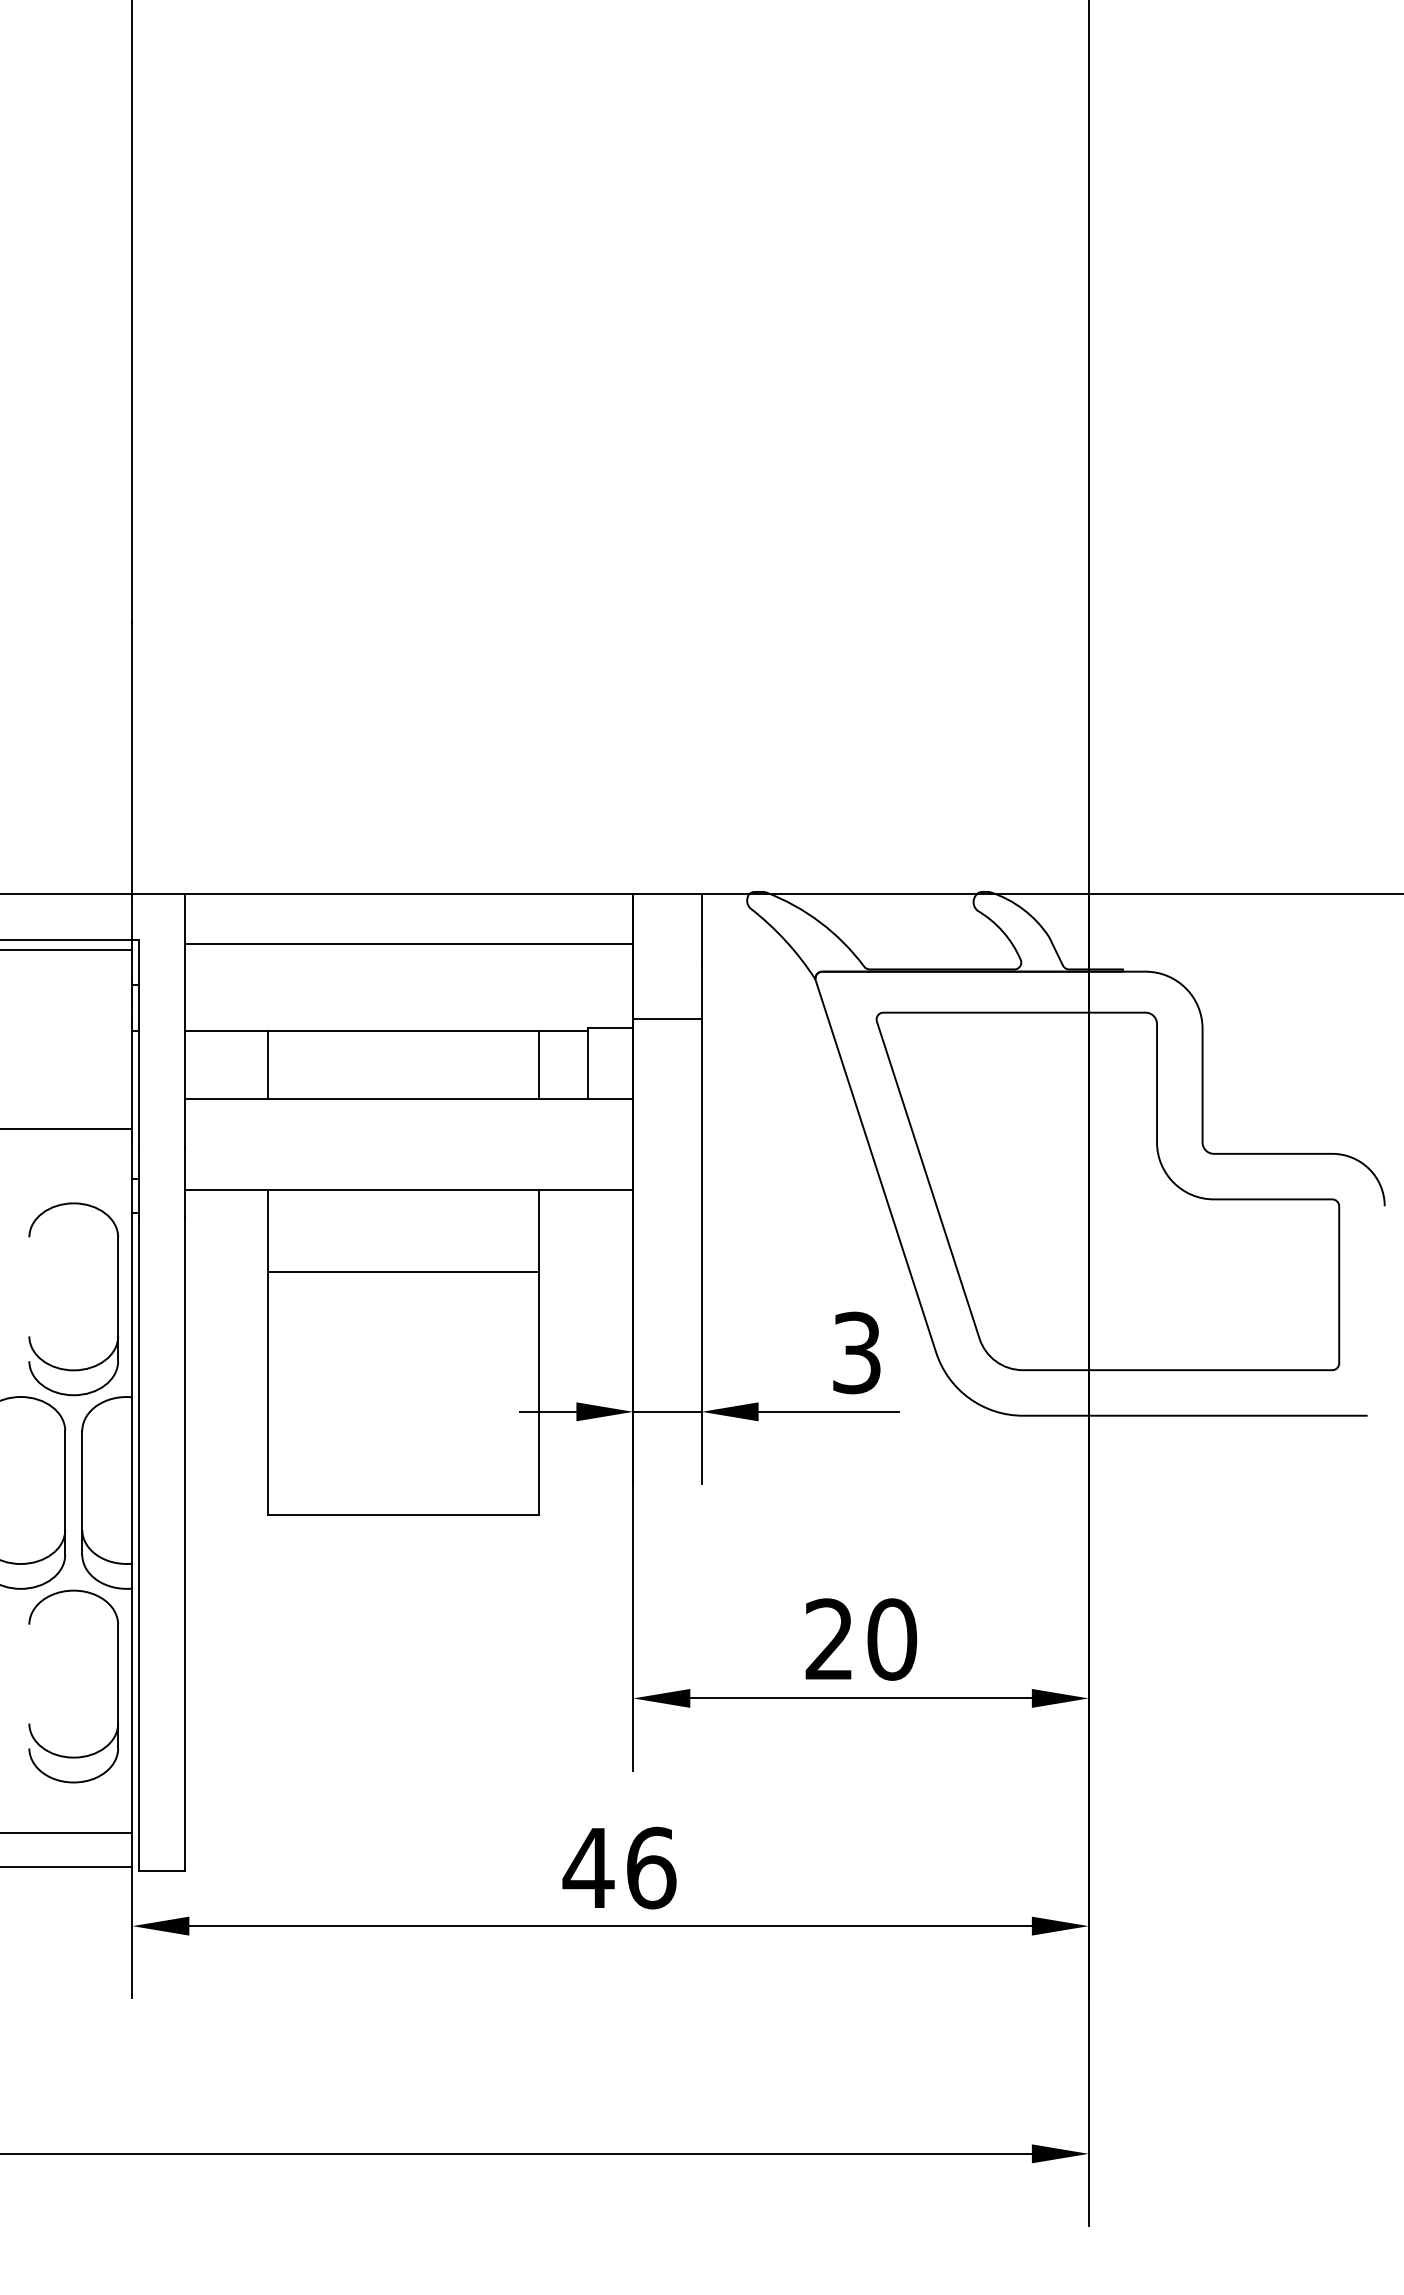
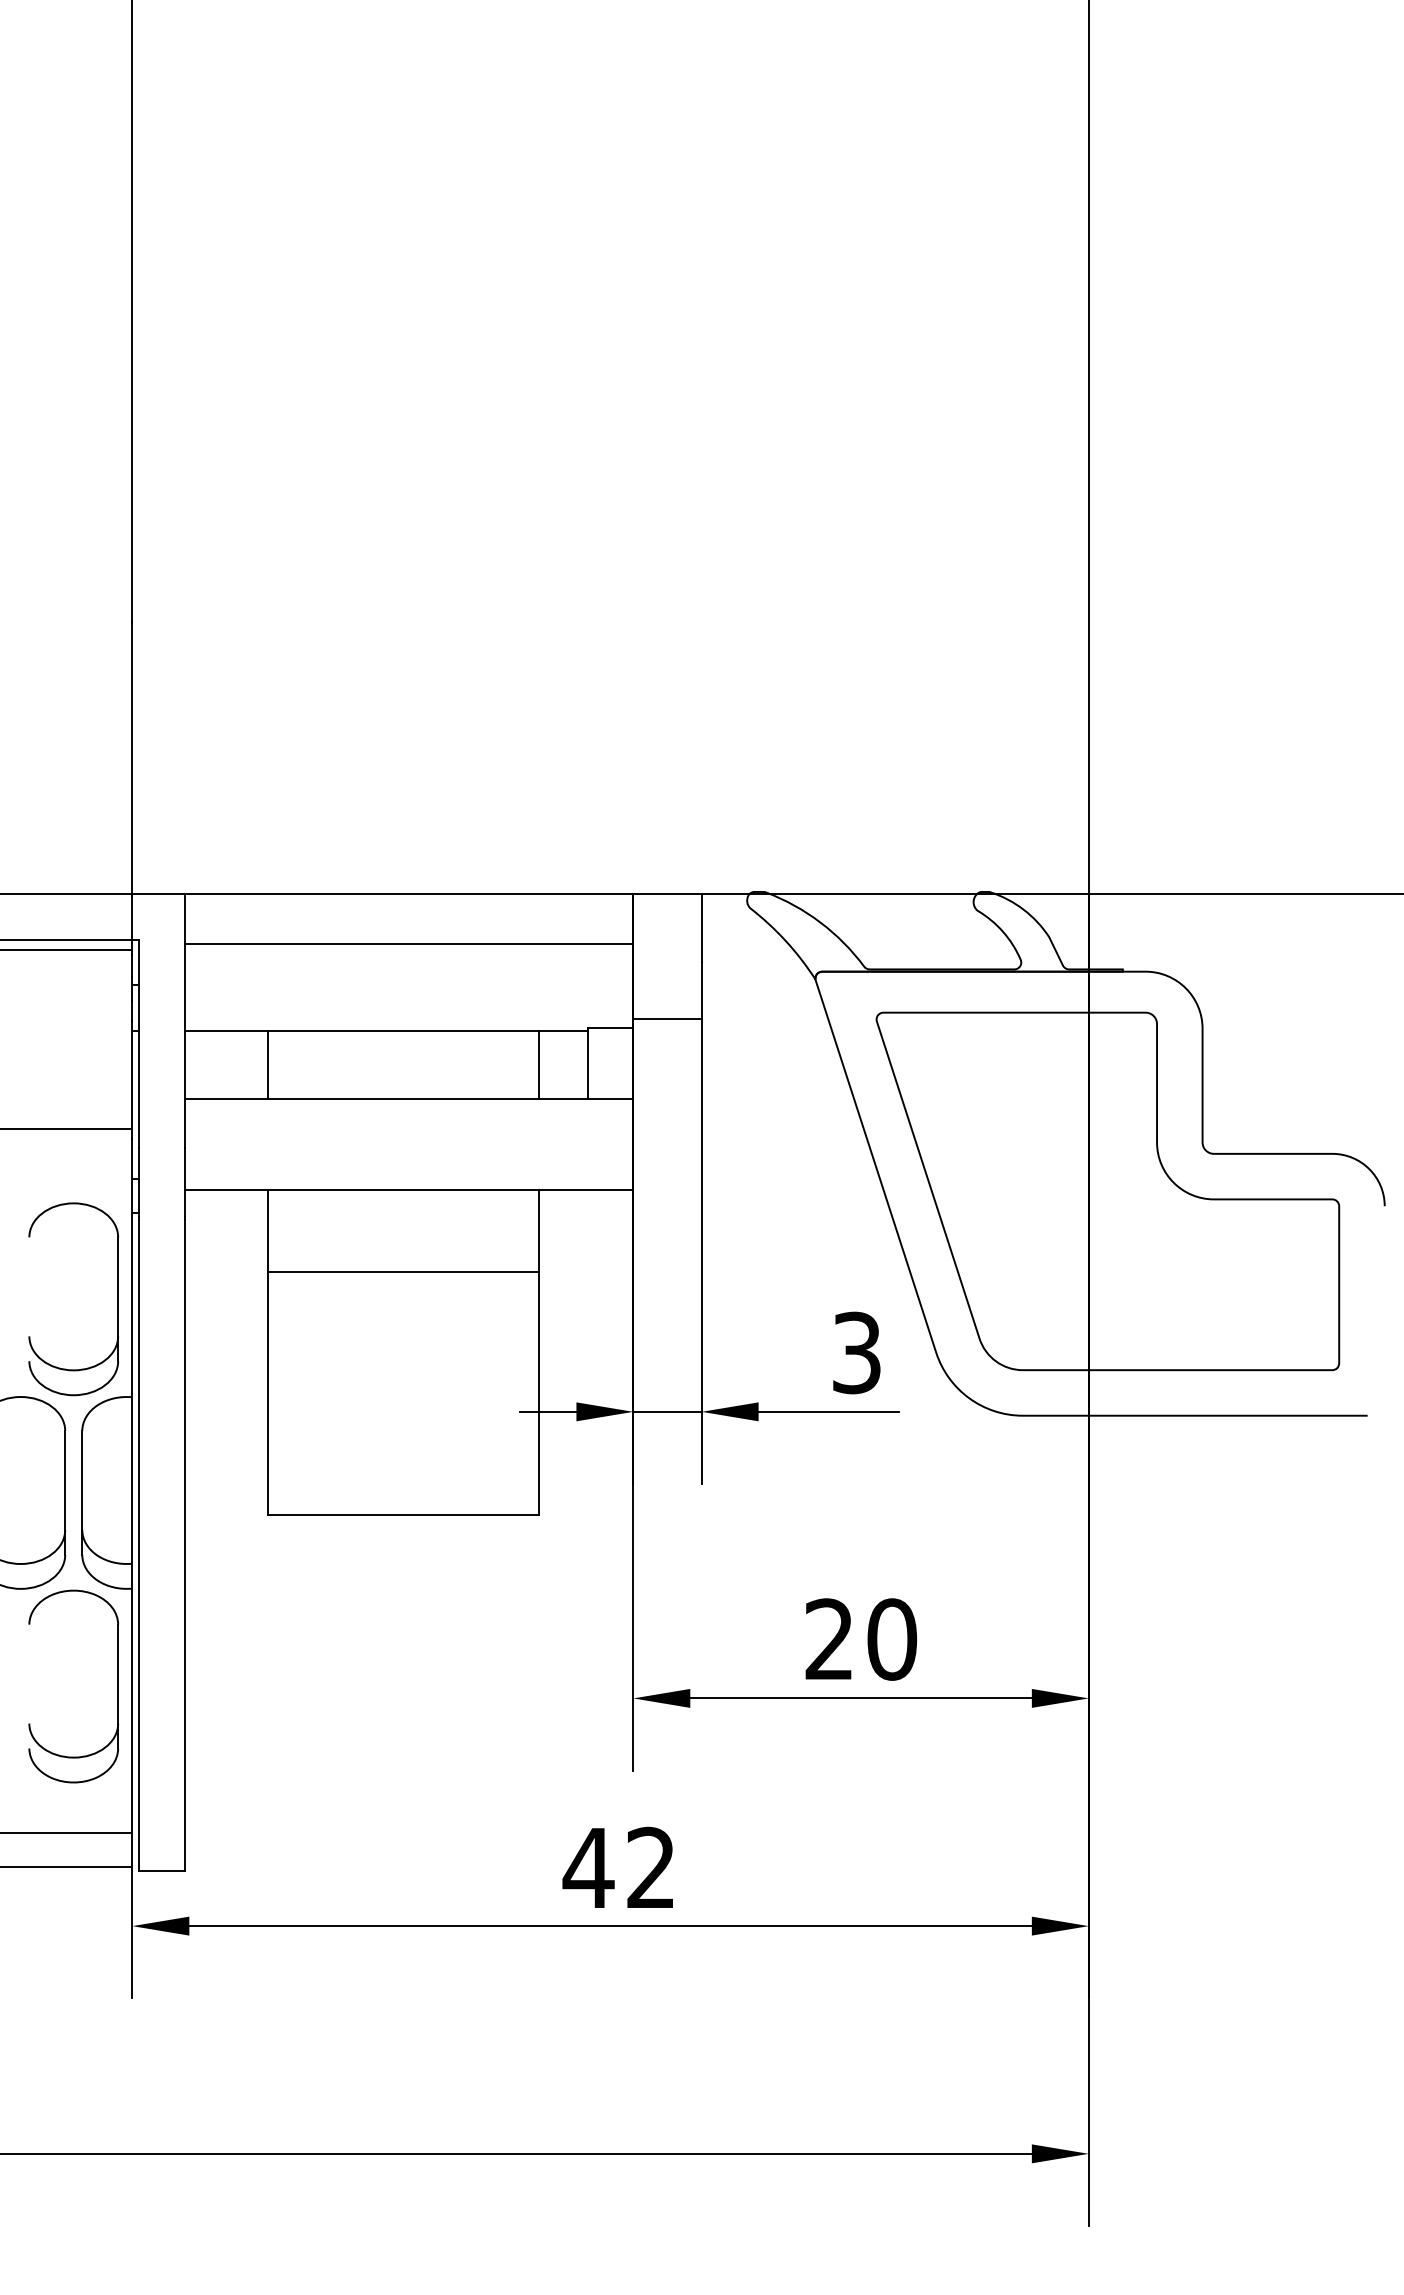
text at (651, 1867): 46 -> 42
